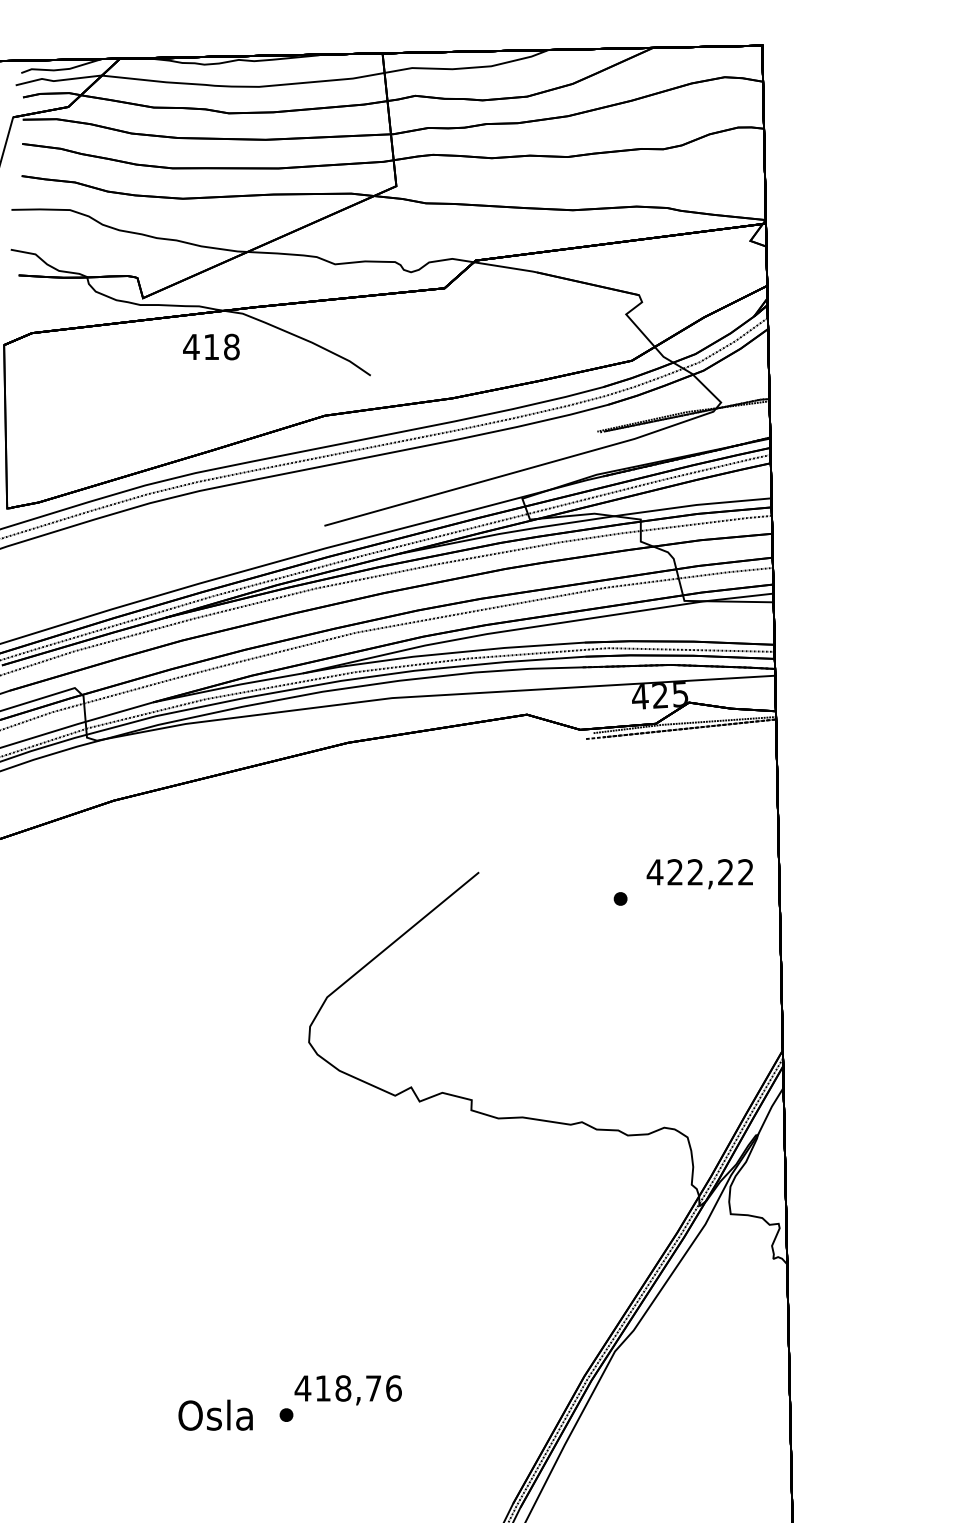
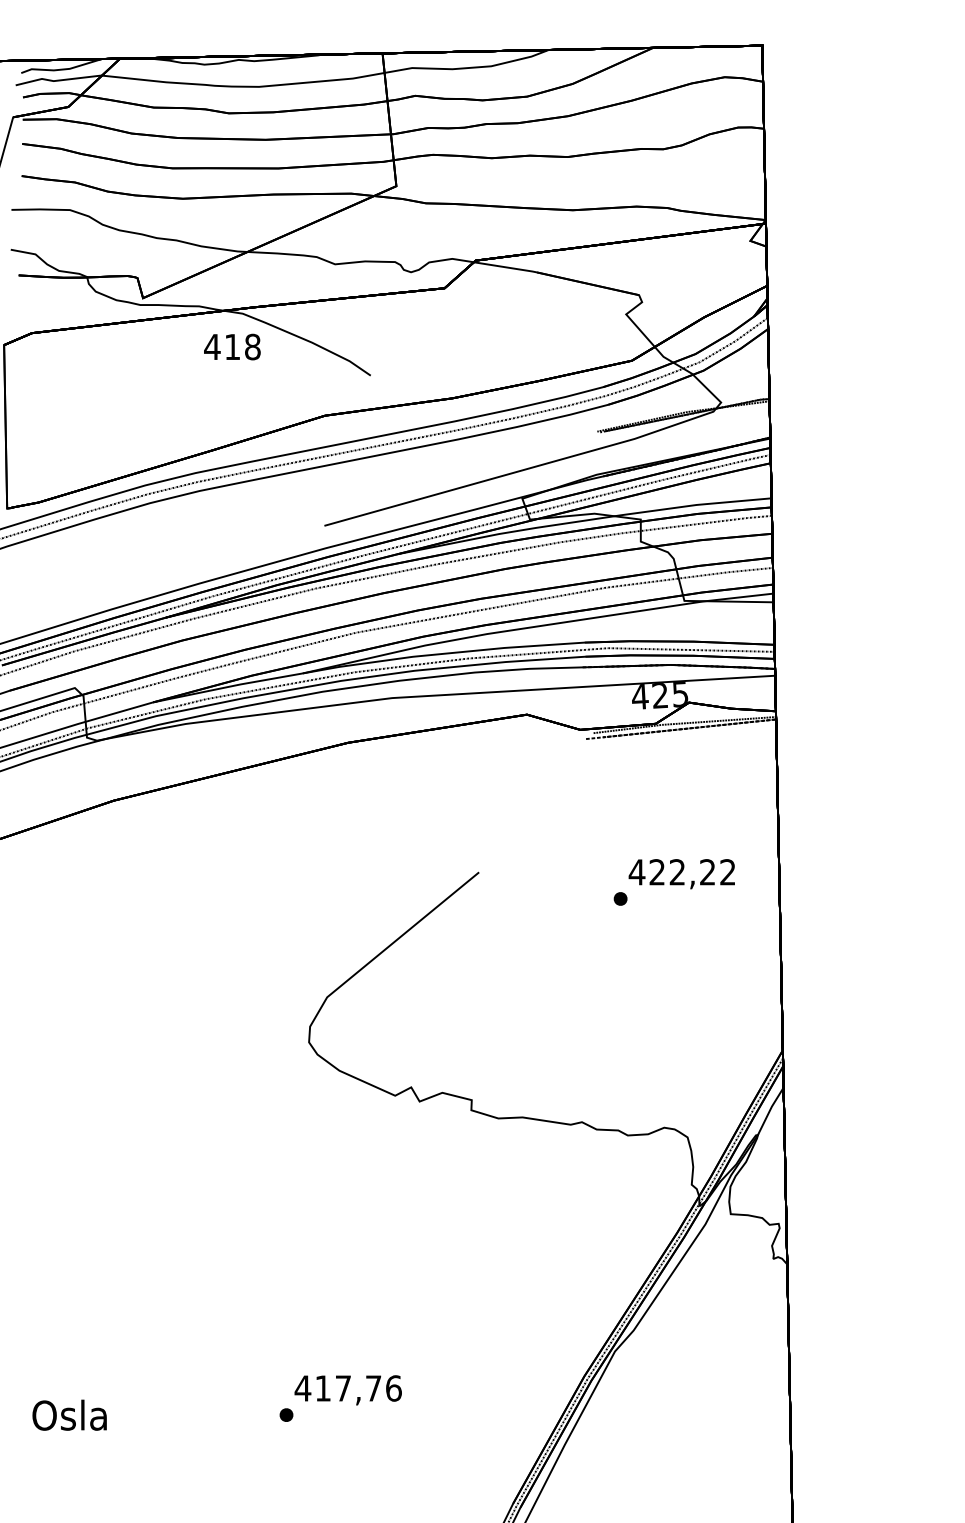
text at (211, 346) position: (211, 346) -> (232, 346)
text at (699, 874) position: (699, 874) -> (681, 874)
text at (343, 1388): 418,76 -> 417,76
text at (215, 1414) position: (215, 1414) -> (69, 1414)
